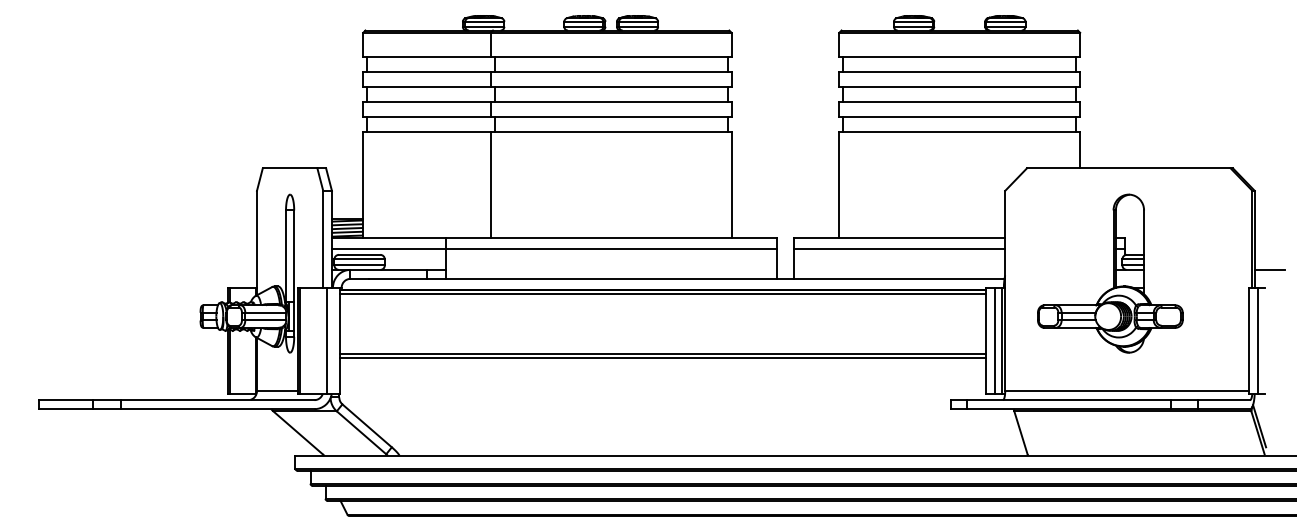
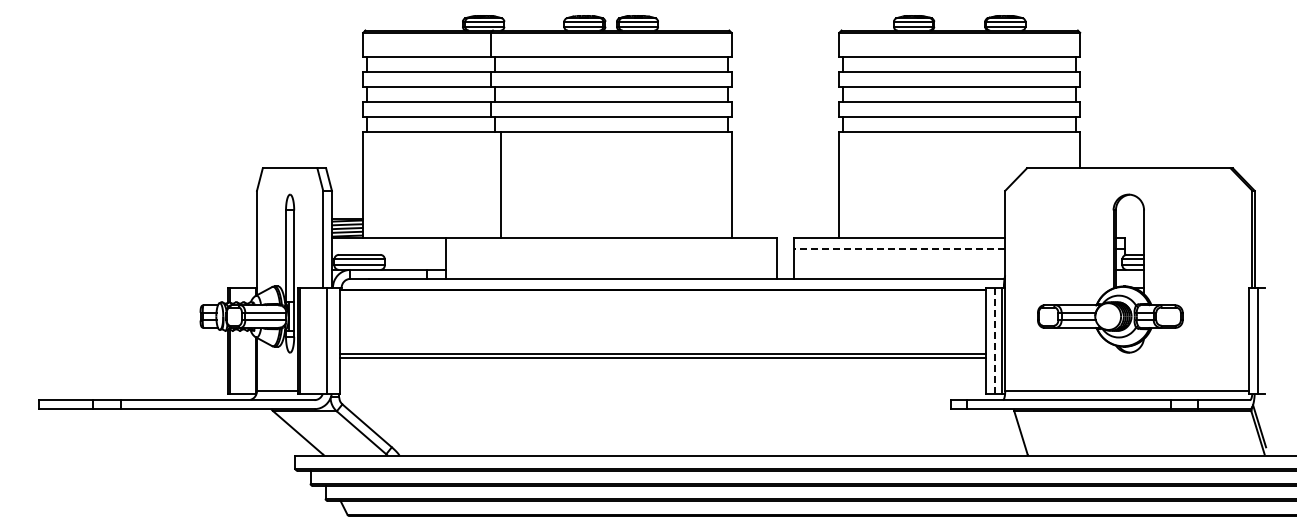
line at (490, 184) position: (490, 184) -> (500, 184)
line at (553, 248): present -> none
line at (899, 248): solid -> dashed
line at (1269, 269): present -> none
line at (662, 294): present -> none
line at (994, 341): solid -> dashed
